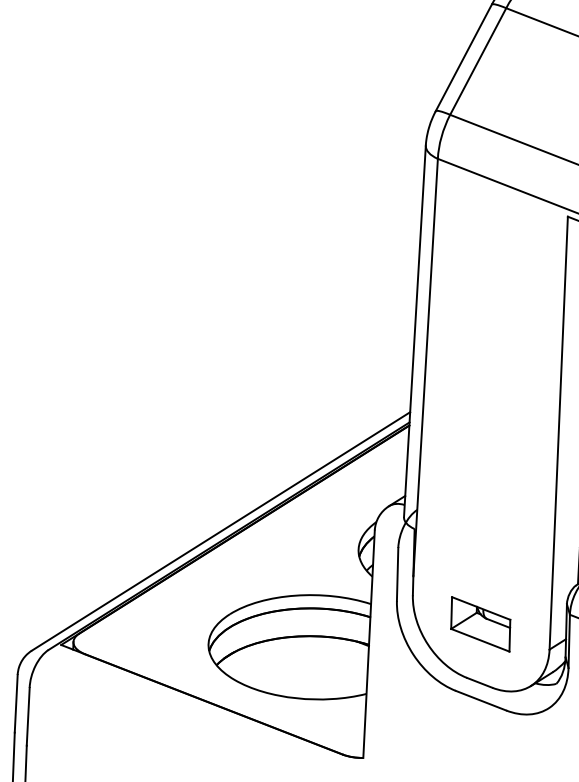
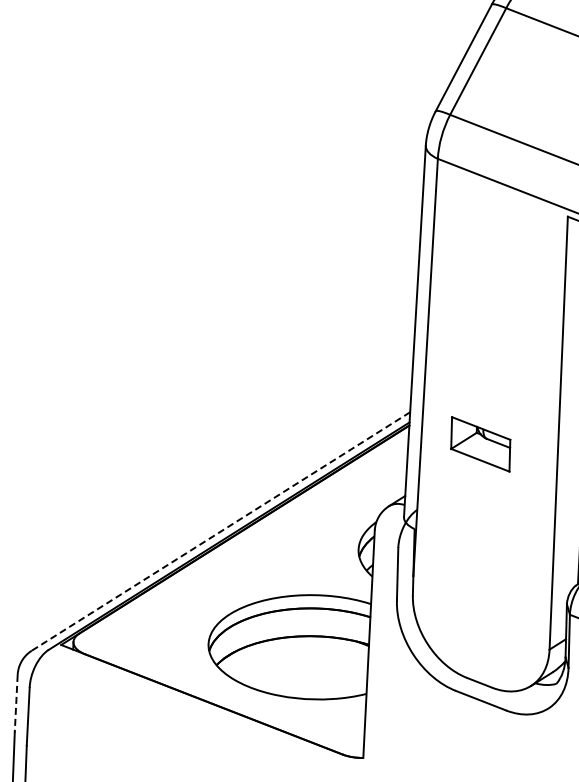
line at (221, 531): solid -> dashed
part at (480, 624) position: (480, 624) -> (480, 444)
line at (16, 703): solid -> dashed
